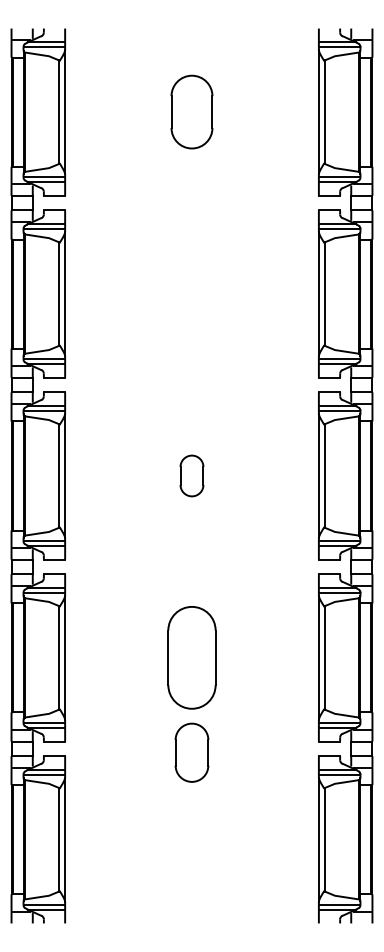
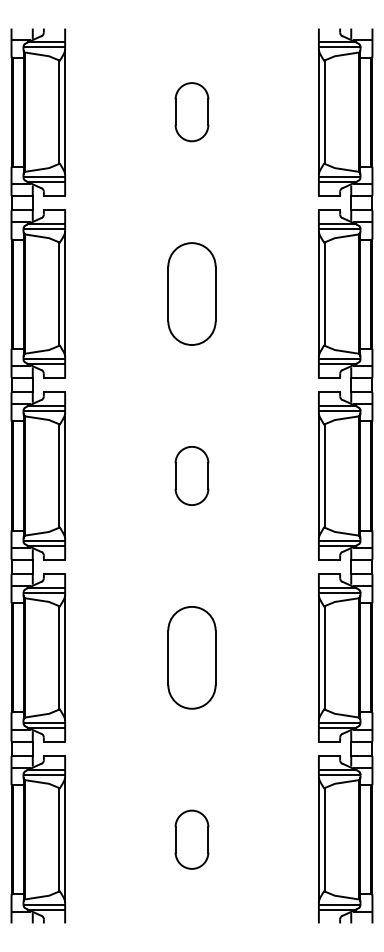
part at (191, 111) size: 44x76 px -> 36x61 px
part at (191, 293): none -> present
part at (191, 475) size: 26x44 px -> 36x60 px
part at (191, 752) position: (191, 752) -> (191, 839)
